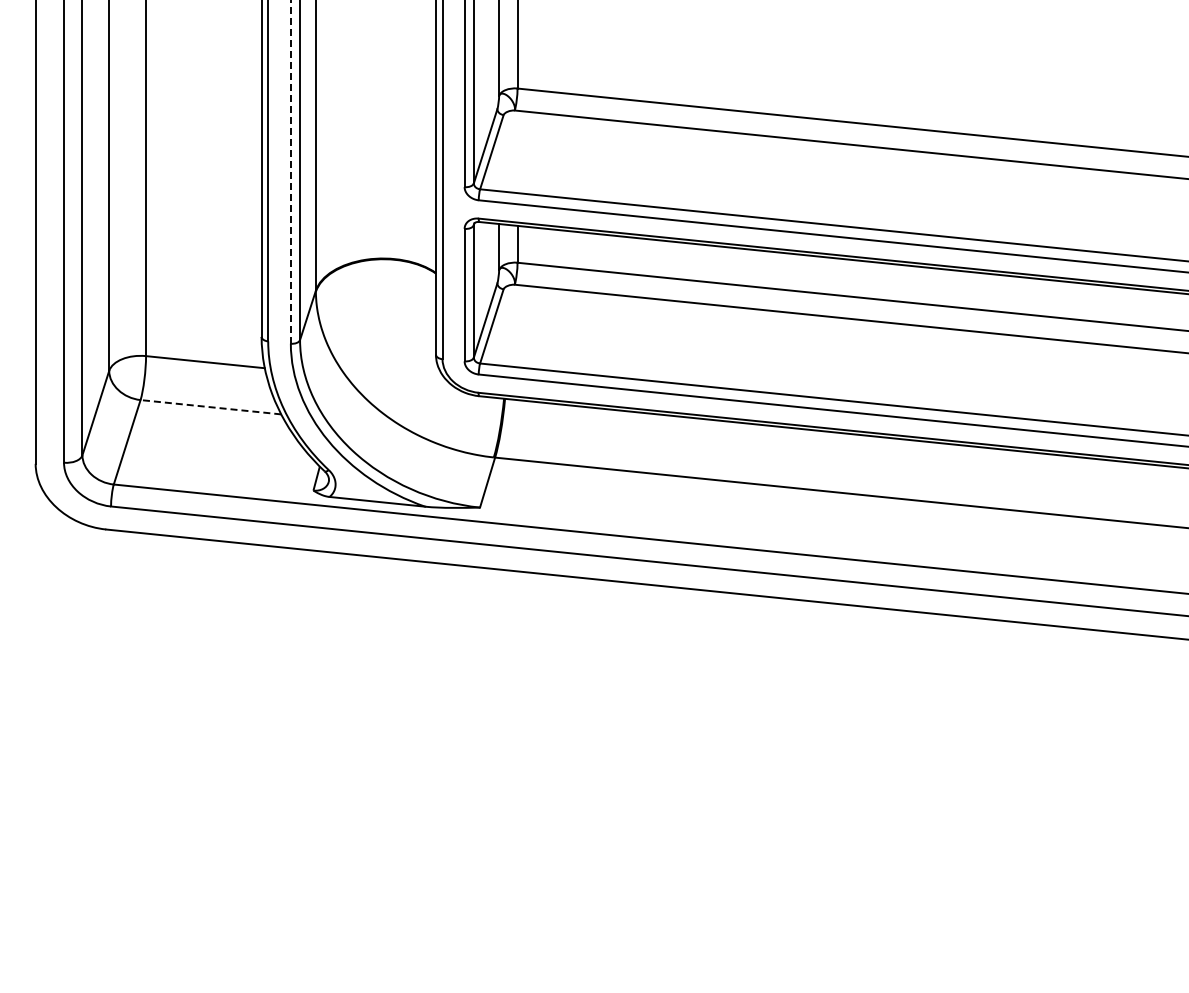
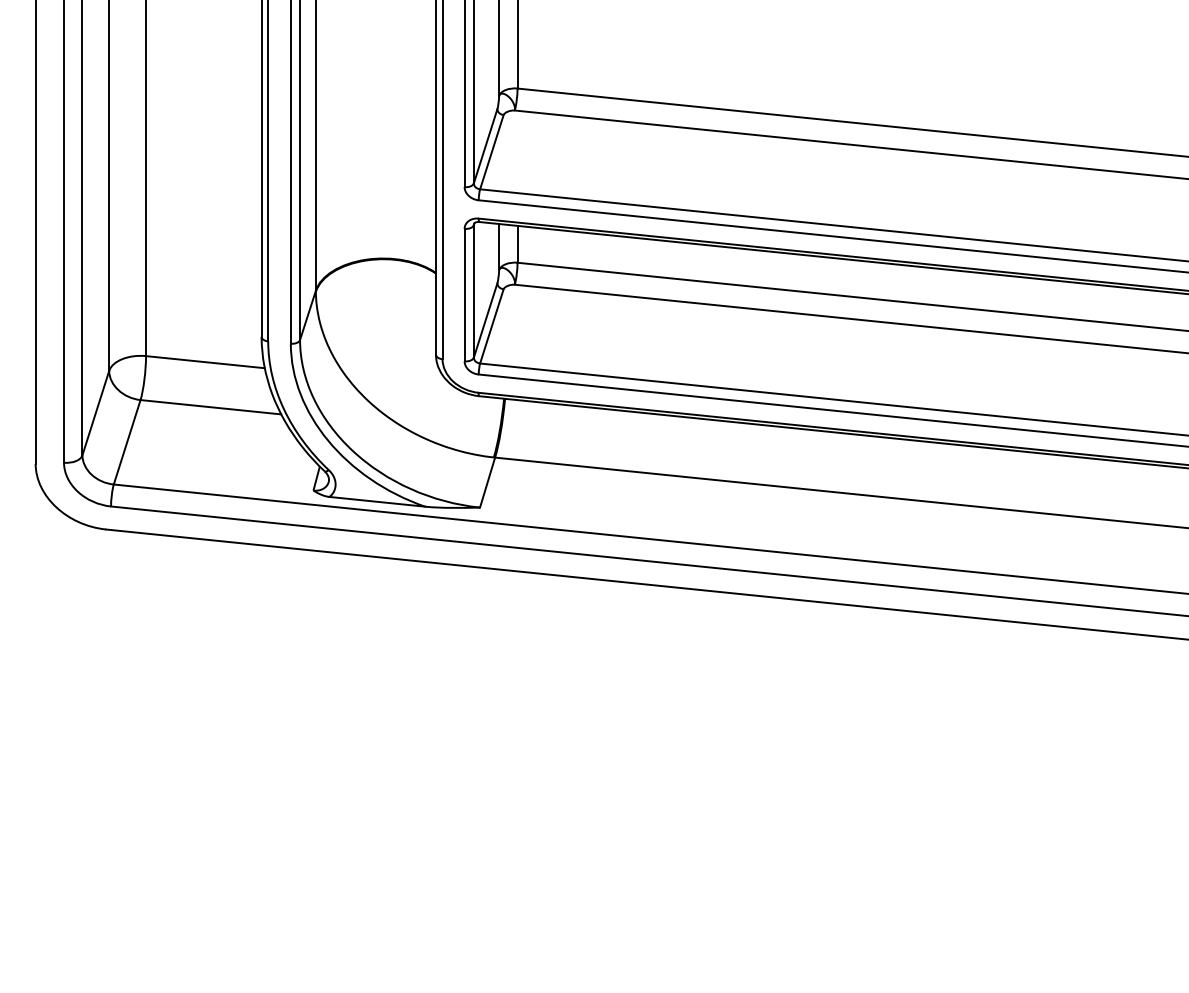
line at (290, 171): dashed -> solid
line at (210, 407): dashed -> solid
